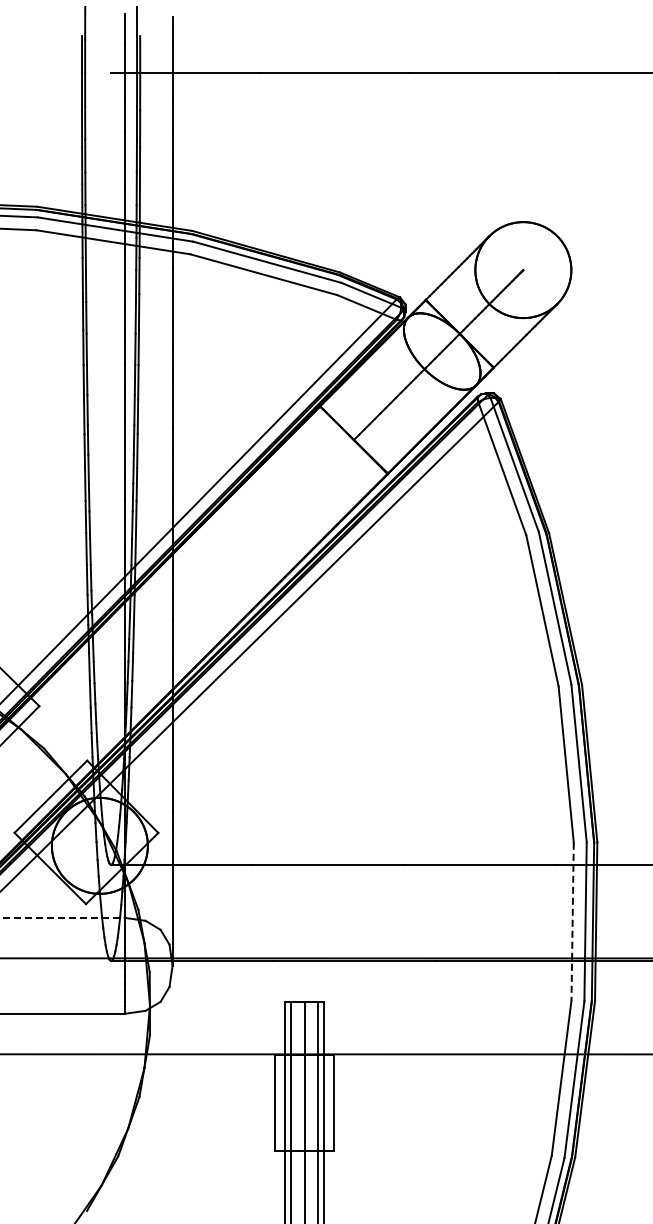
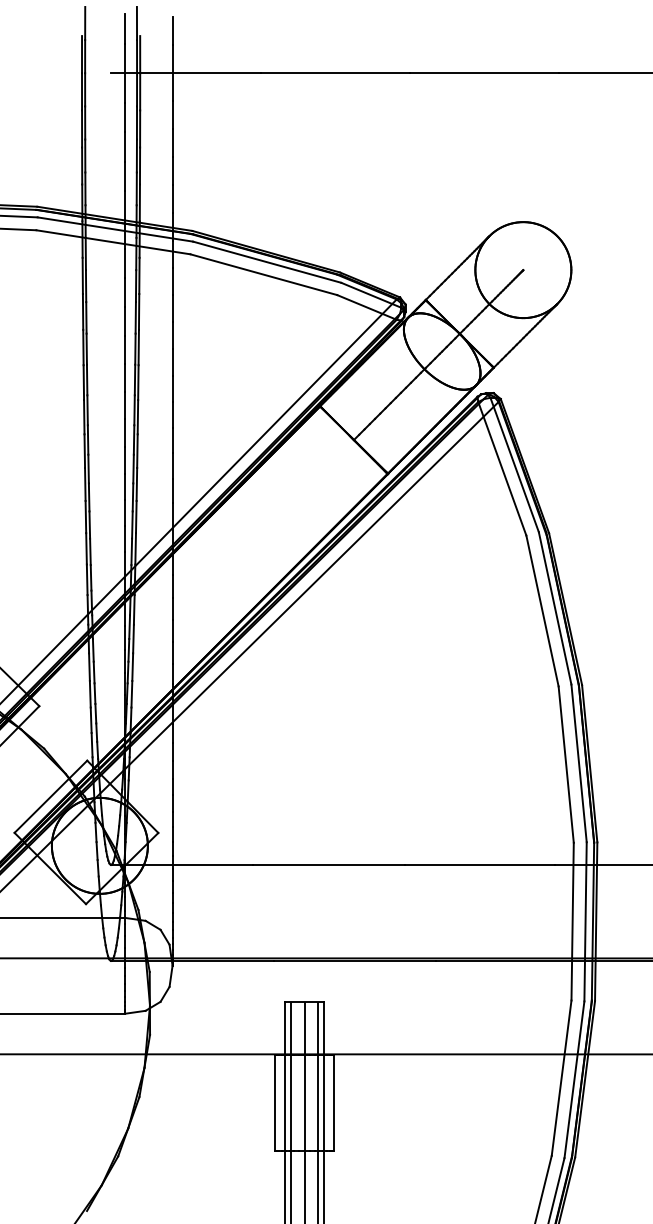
line at (63, 917): dashed -> solid
line at (572, 921): dashed -> solid
